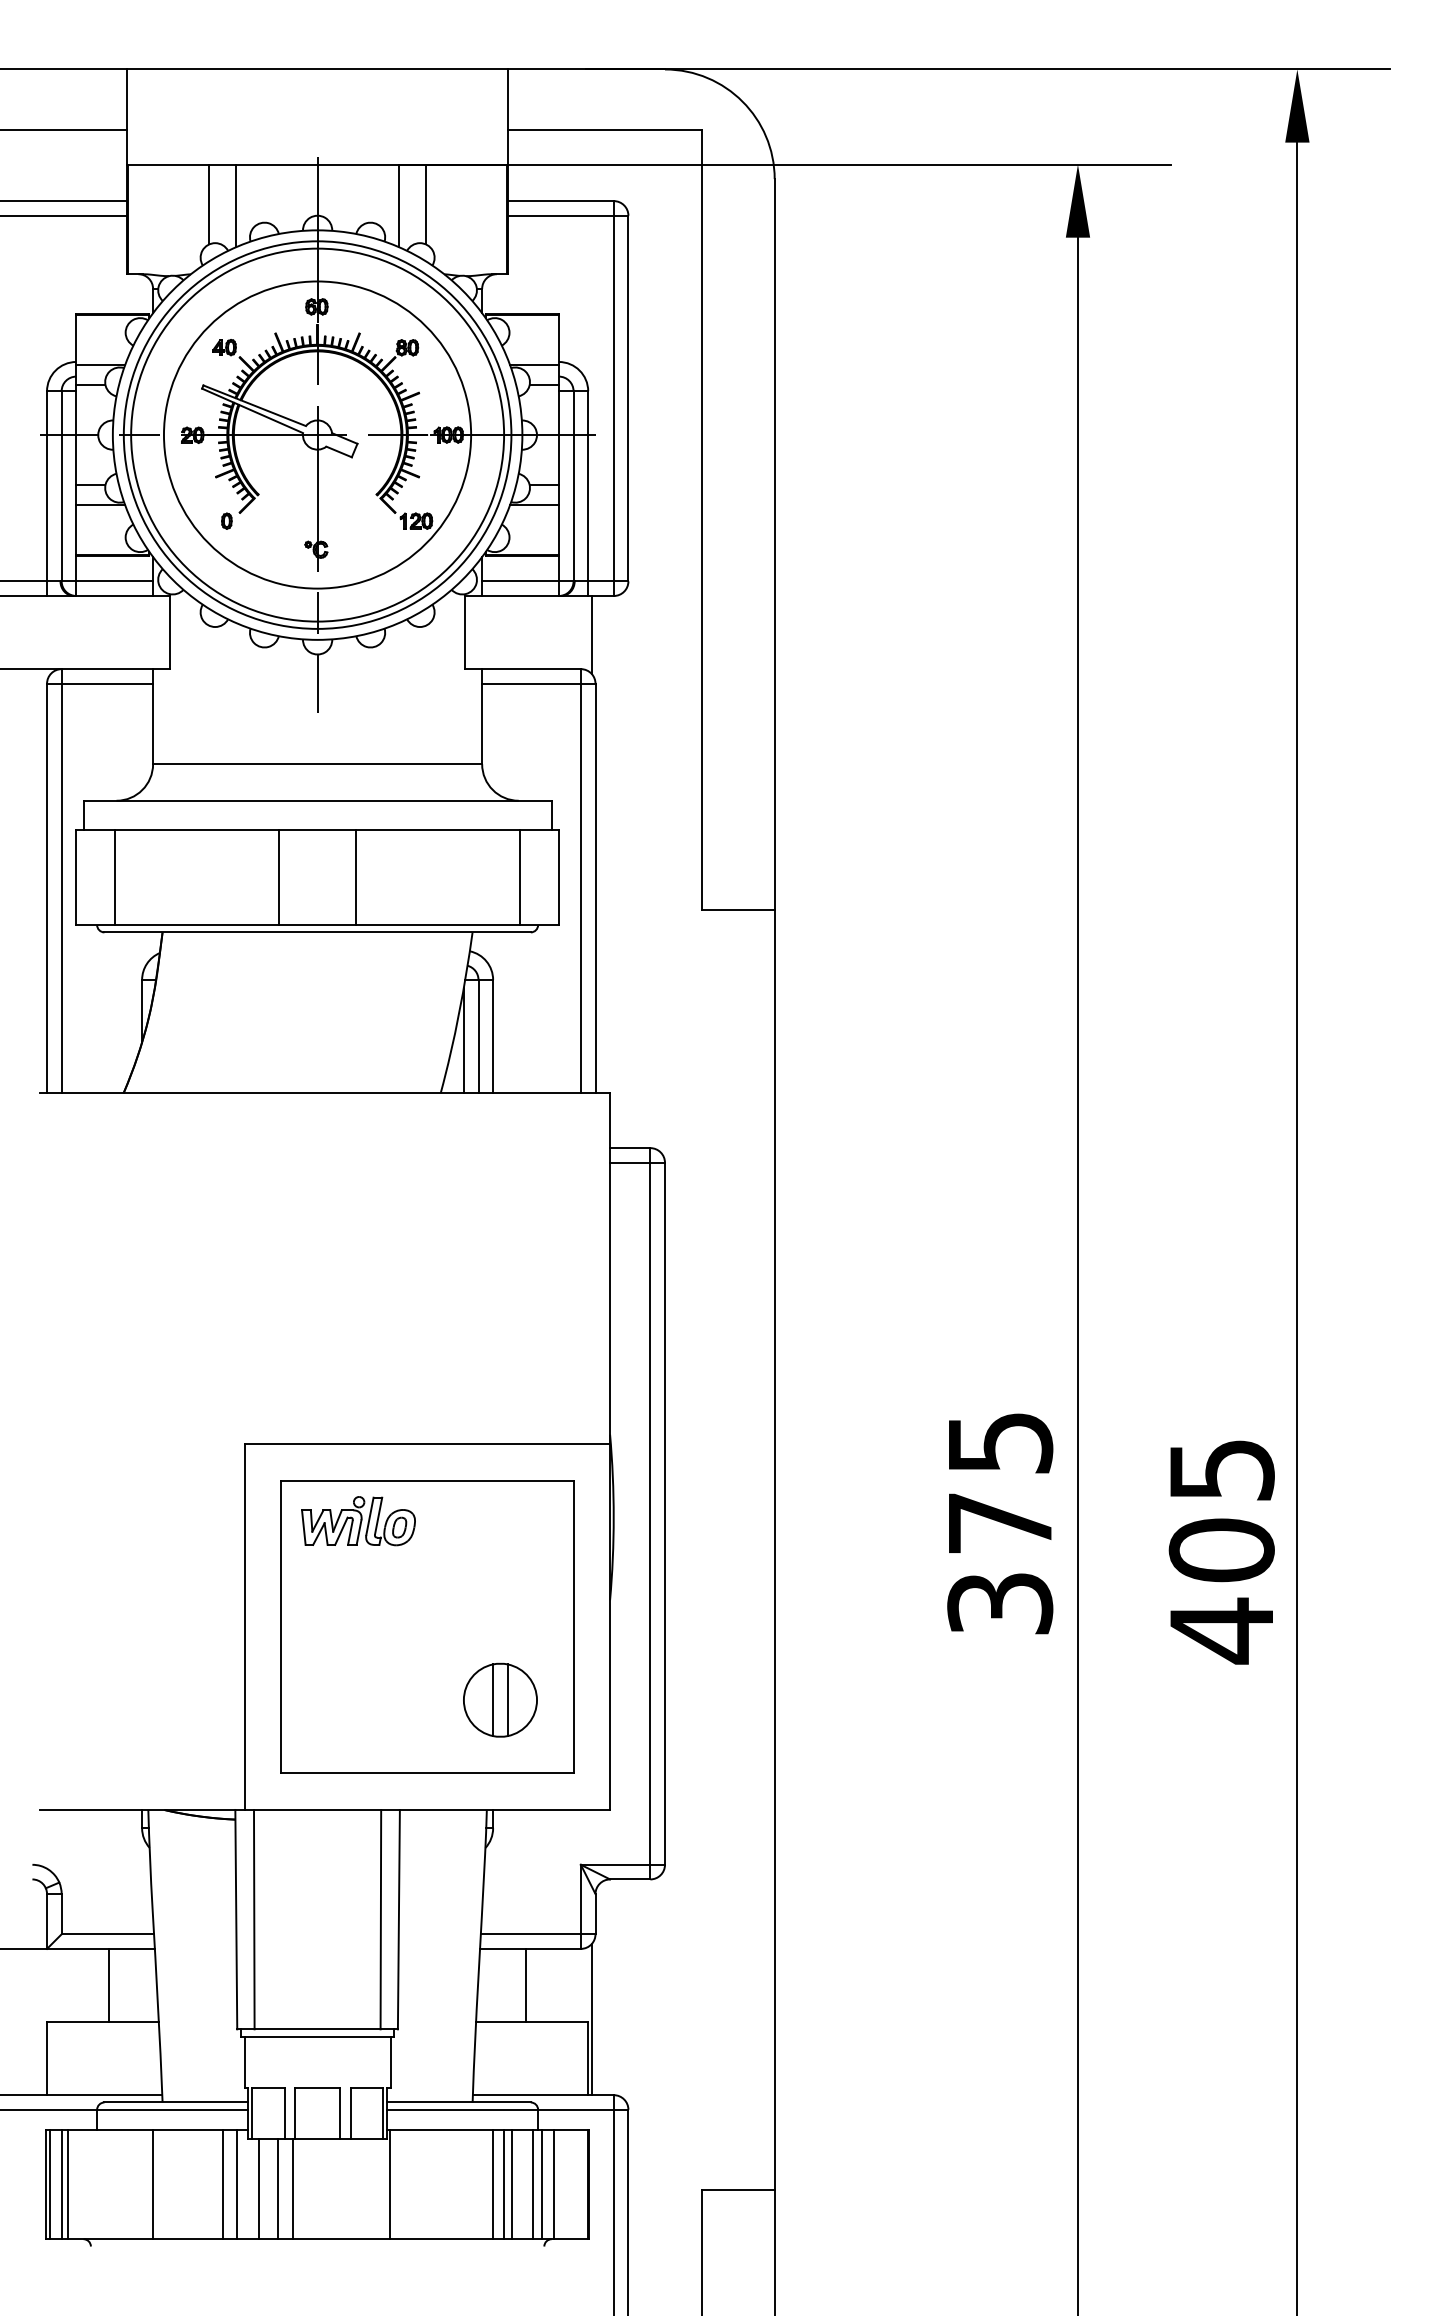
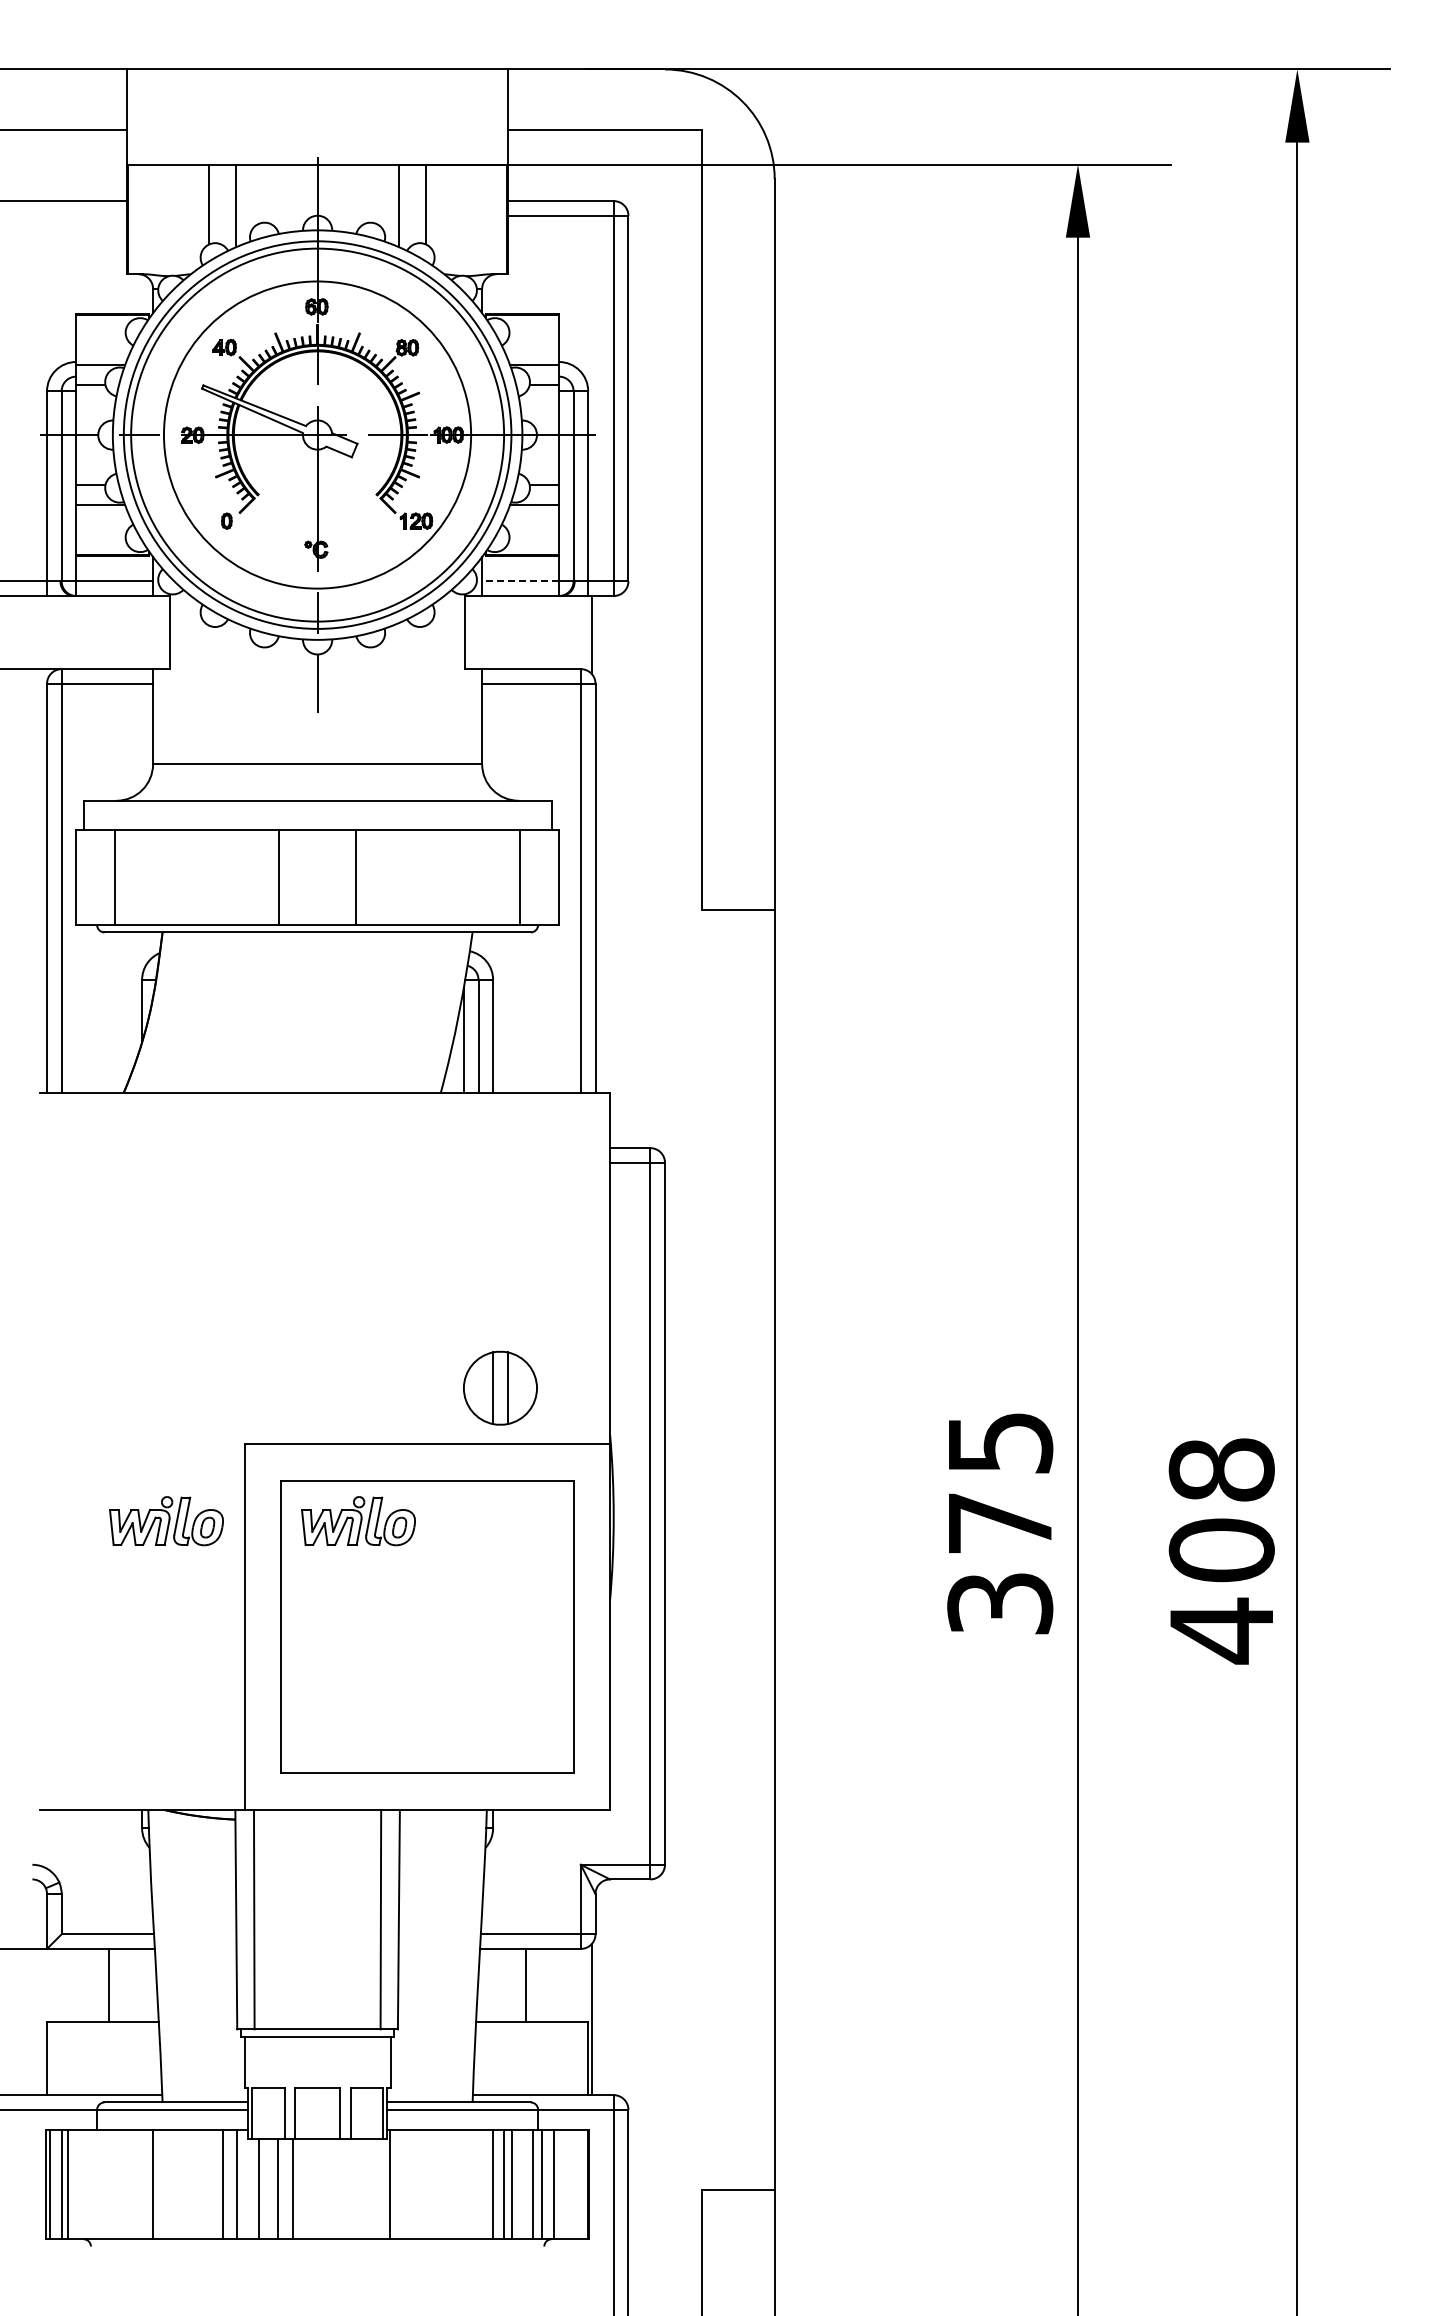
line at (64, 215): present -> none
line at (520, 581): solid -> dashed
text at (1221, 1469): 405 -> 408
part at (166, 1521): none -> present
part at (500, 1699) position: (500, 1699) -> (500, 1387)
